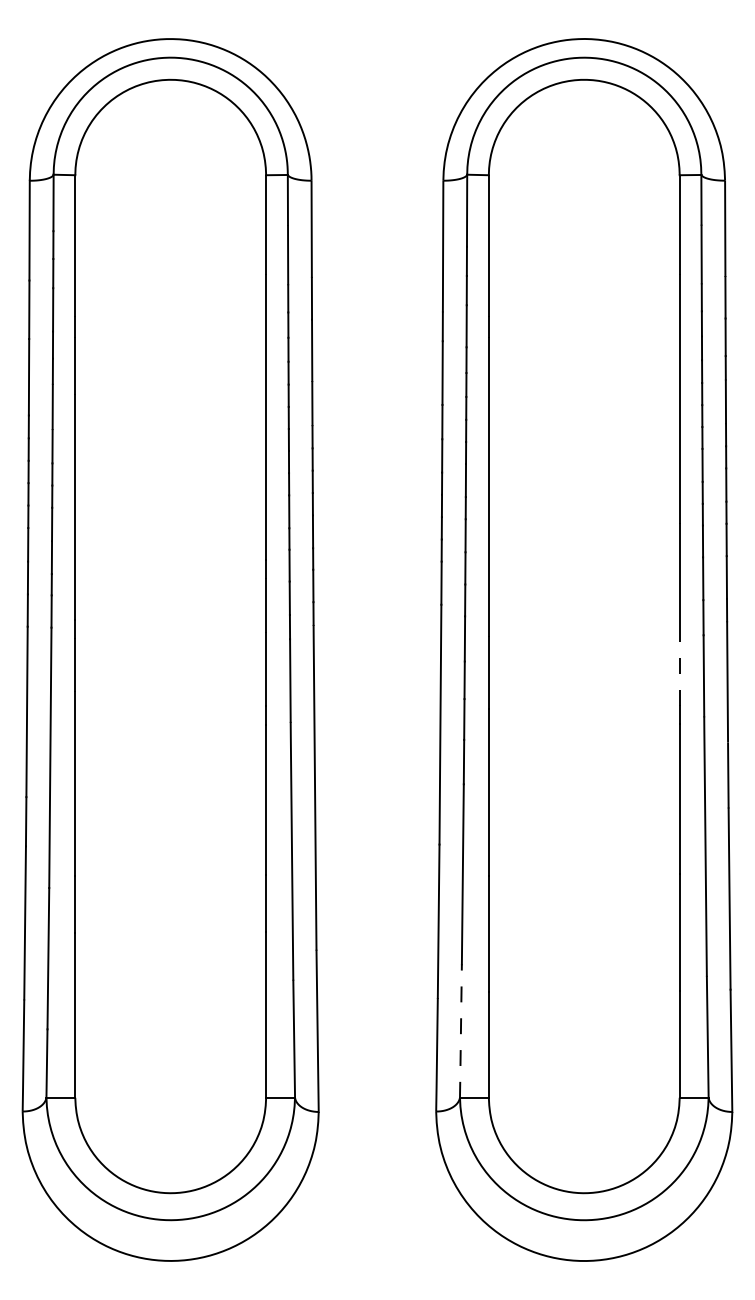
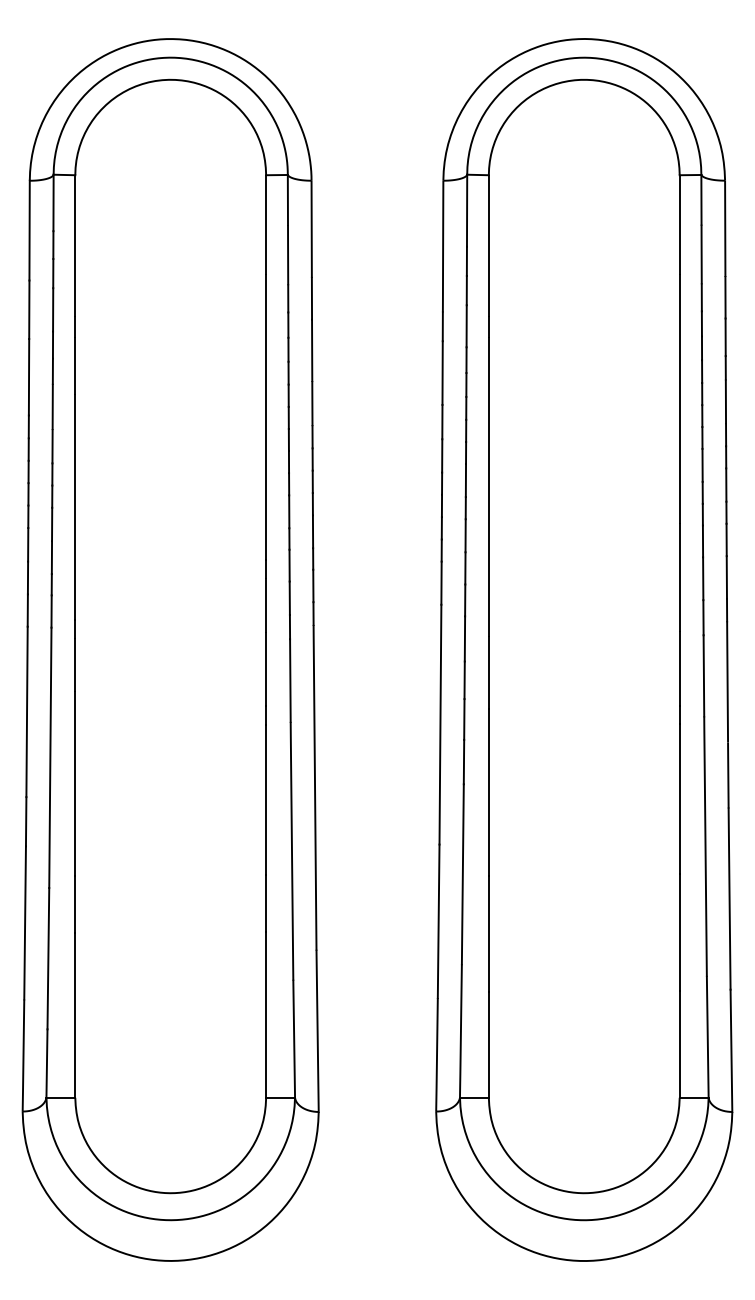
line at (679, 668): dashed -> solid
line at (460, 1031): dashed -> solid
